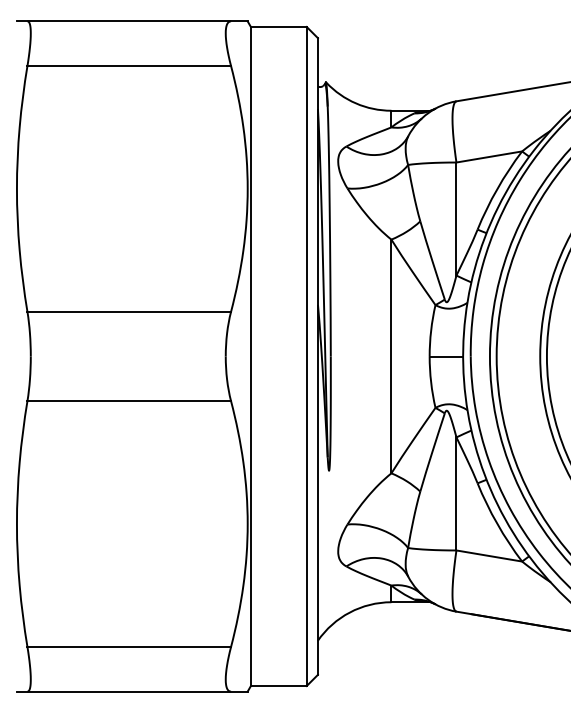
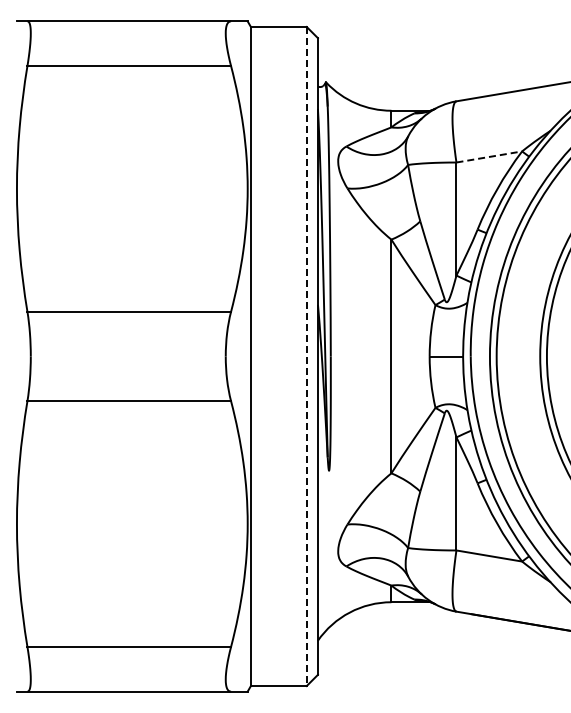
line at (489, 156): solid -> dashed
line at (306, 356): solid -> dashed
